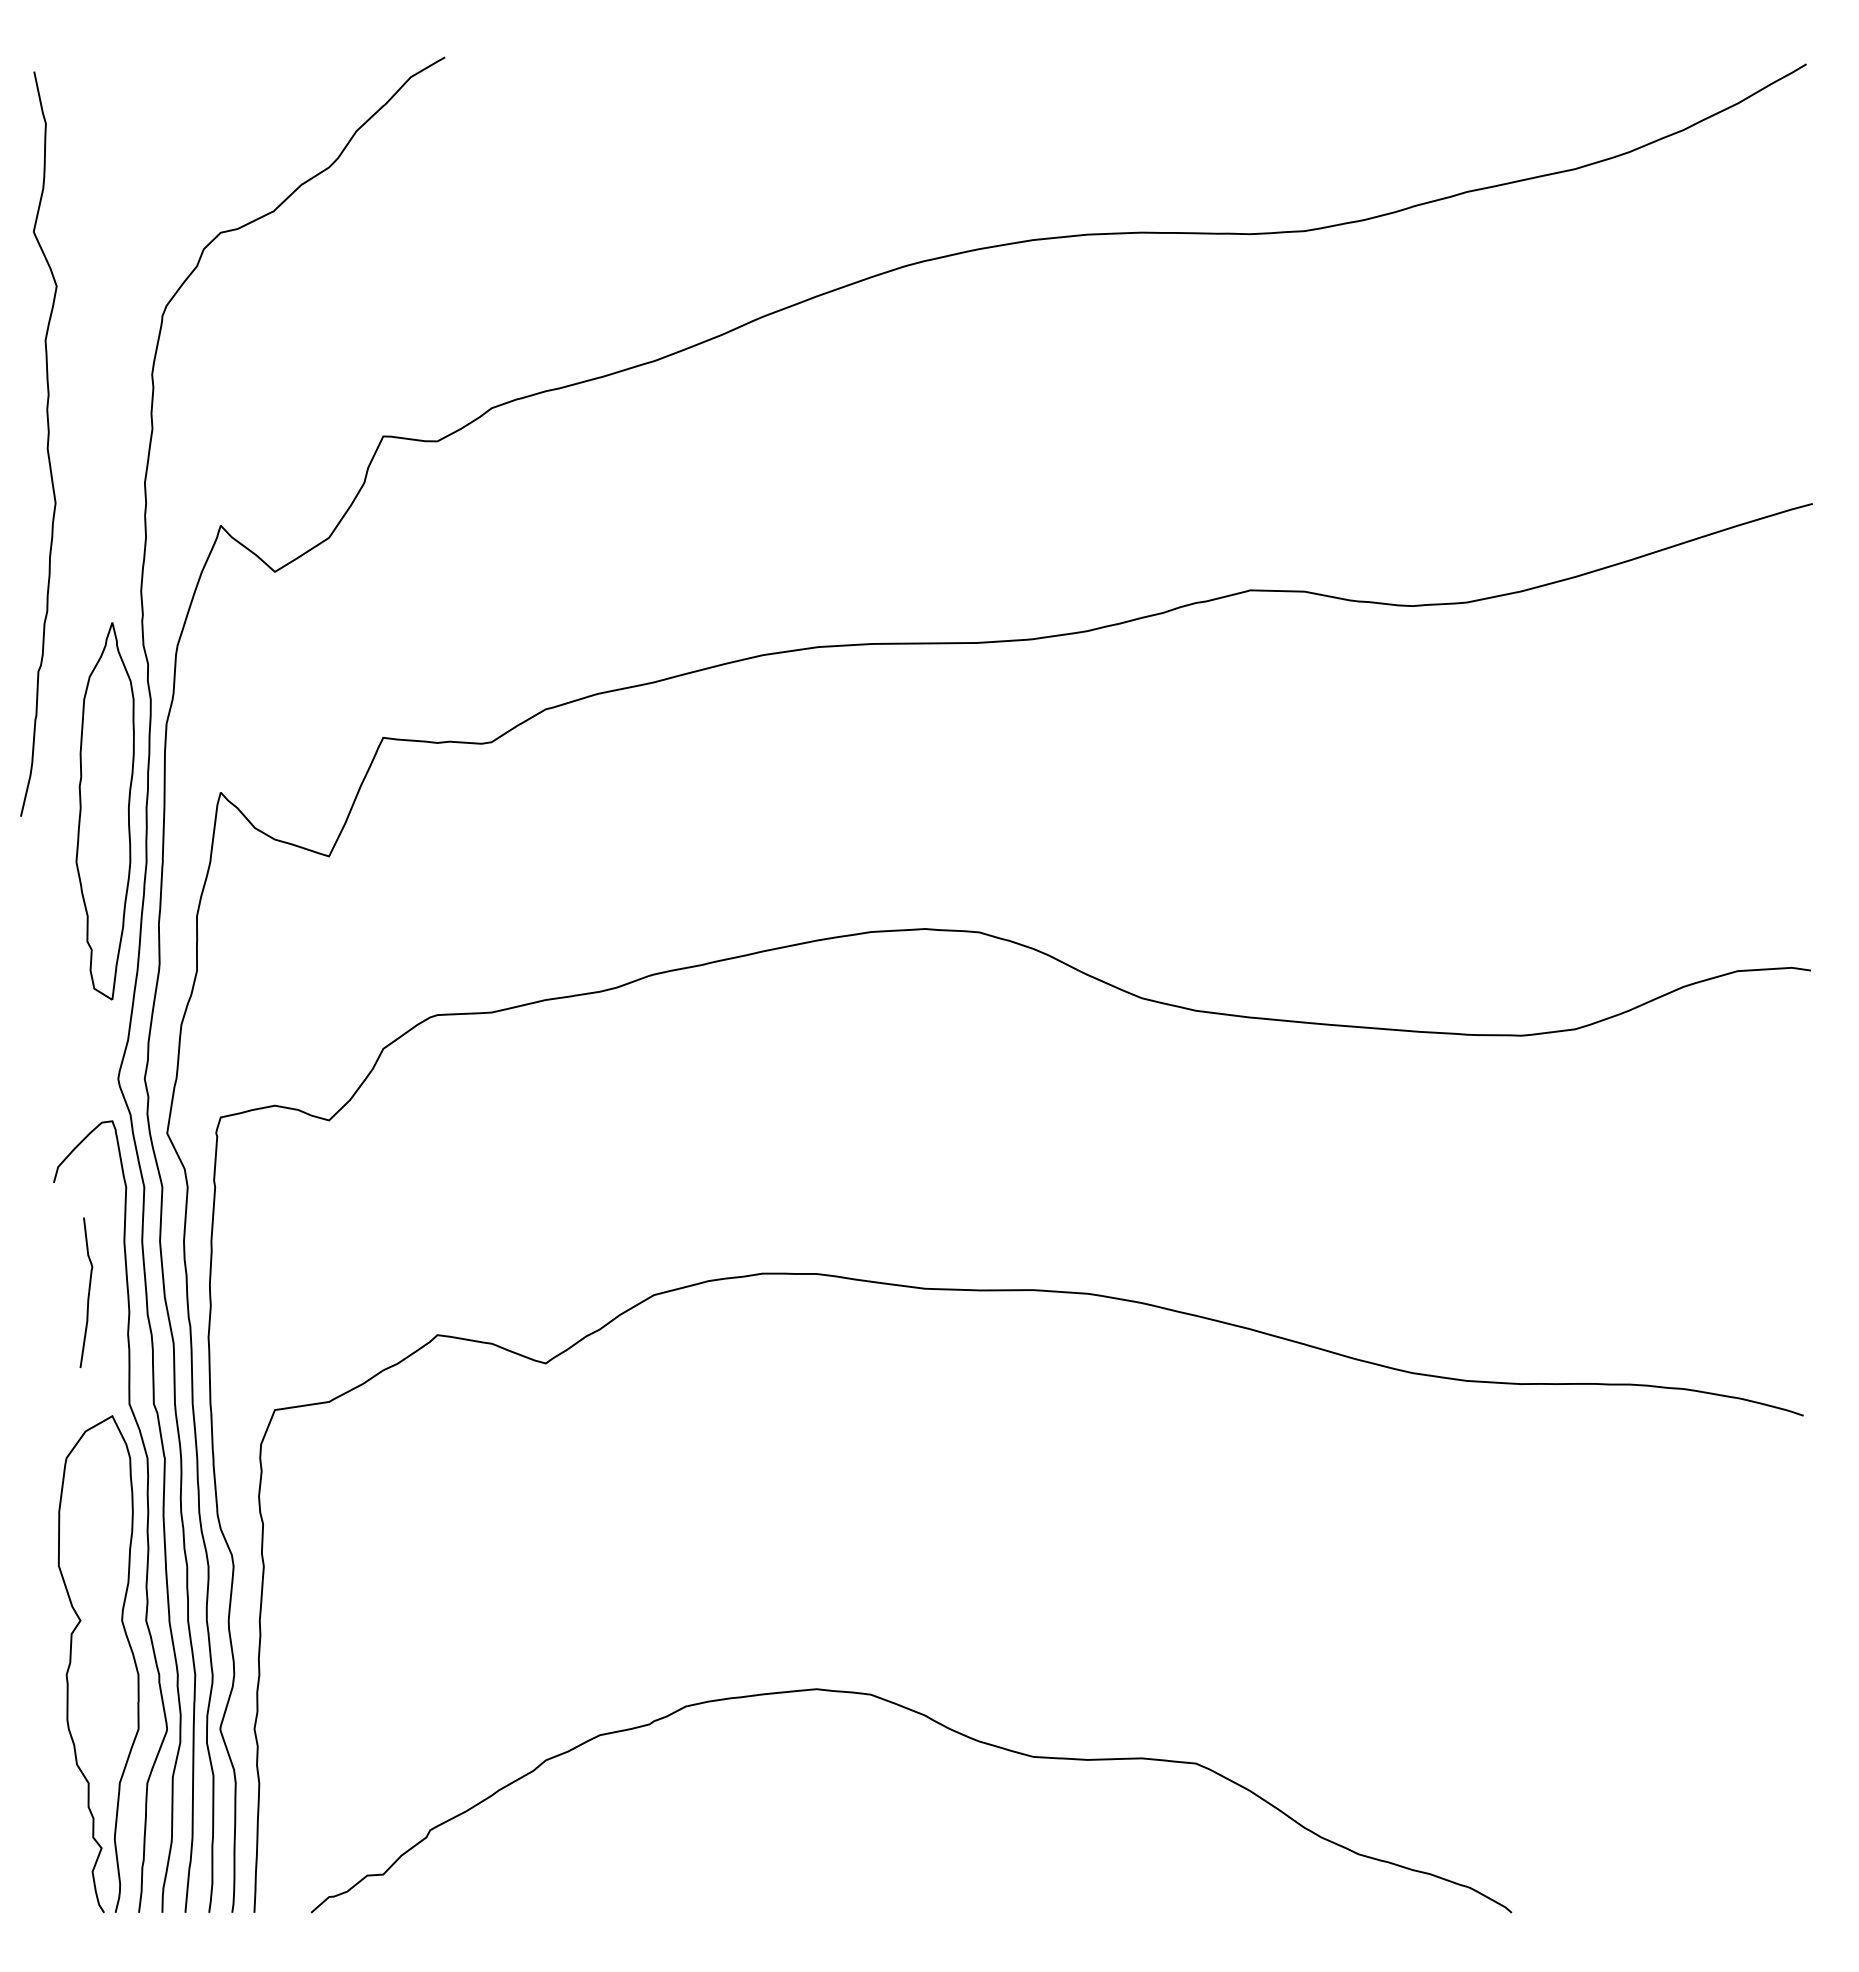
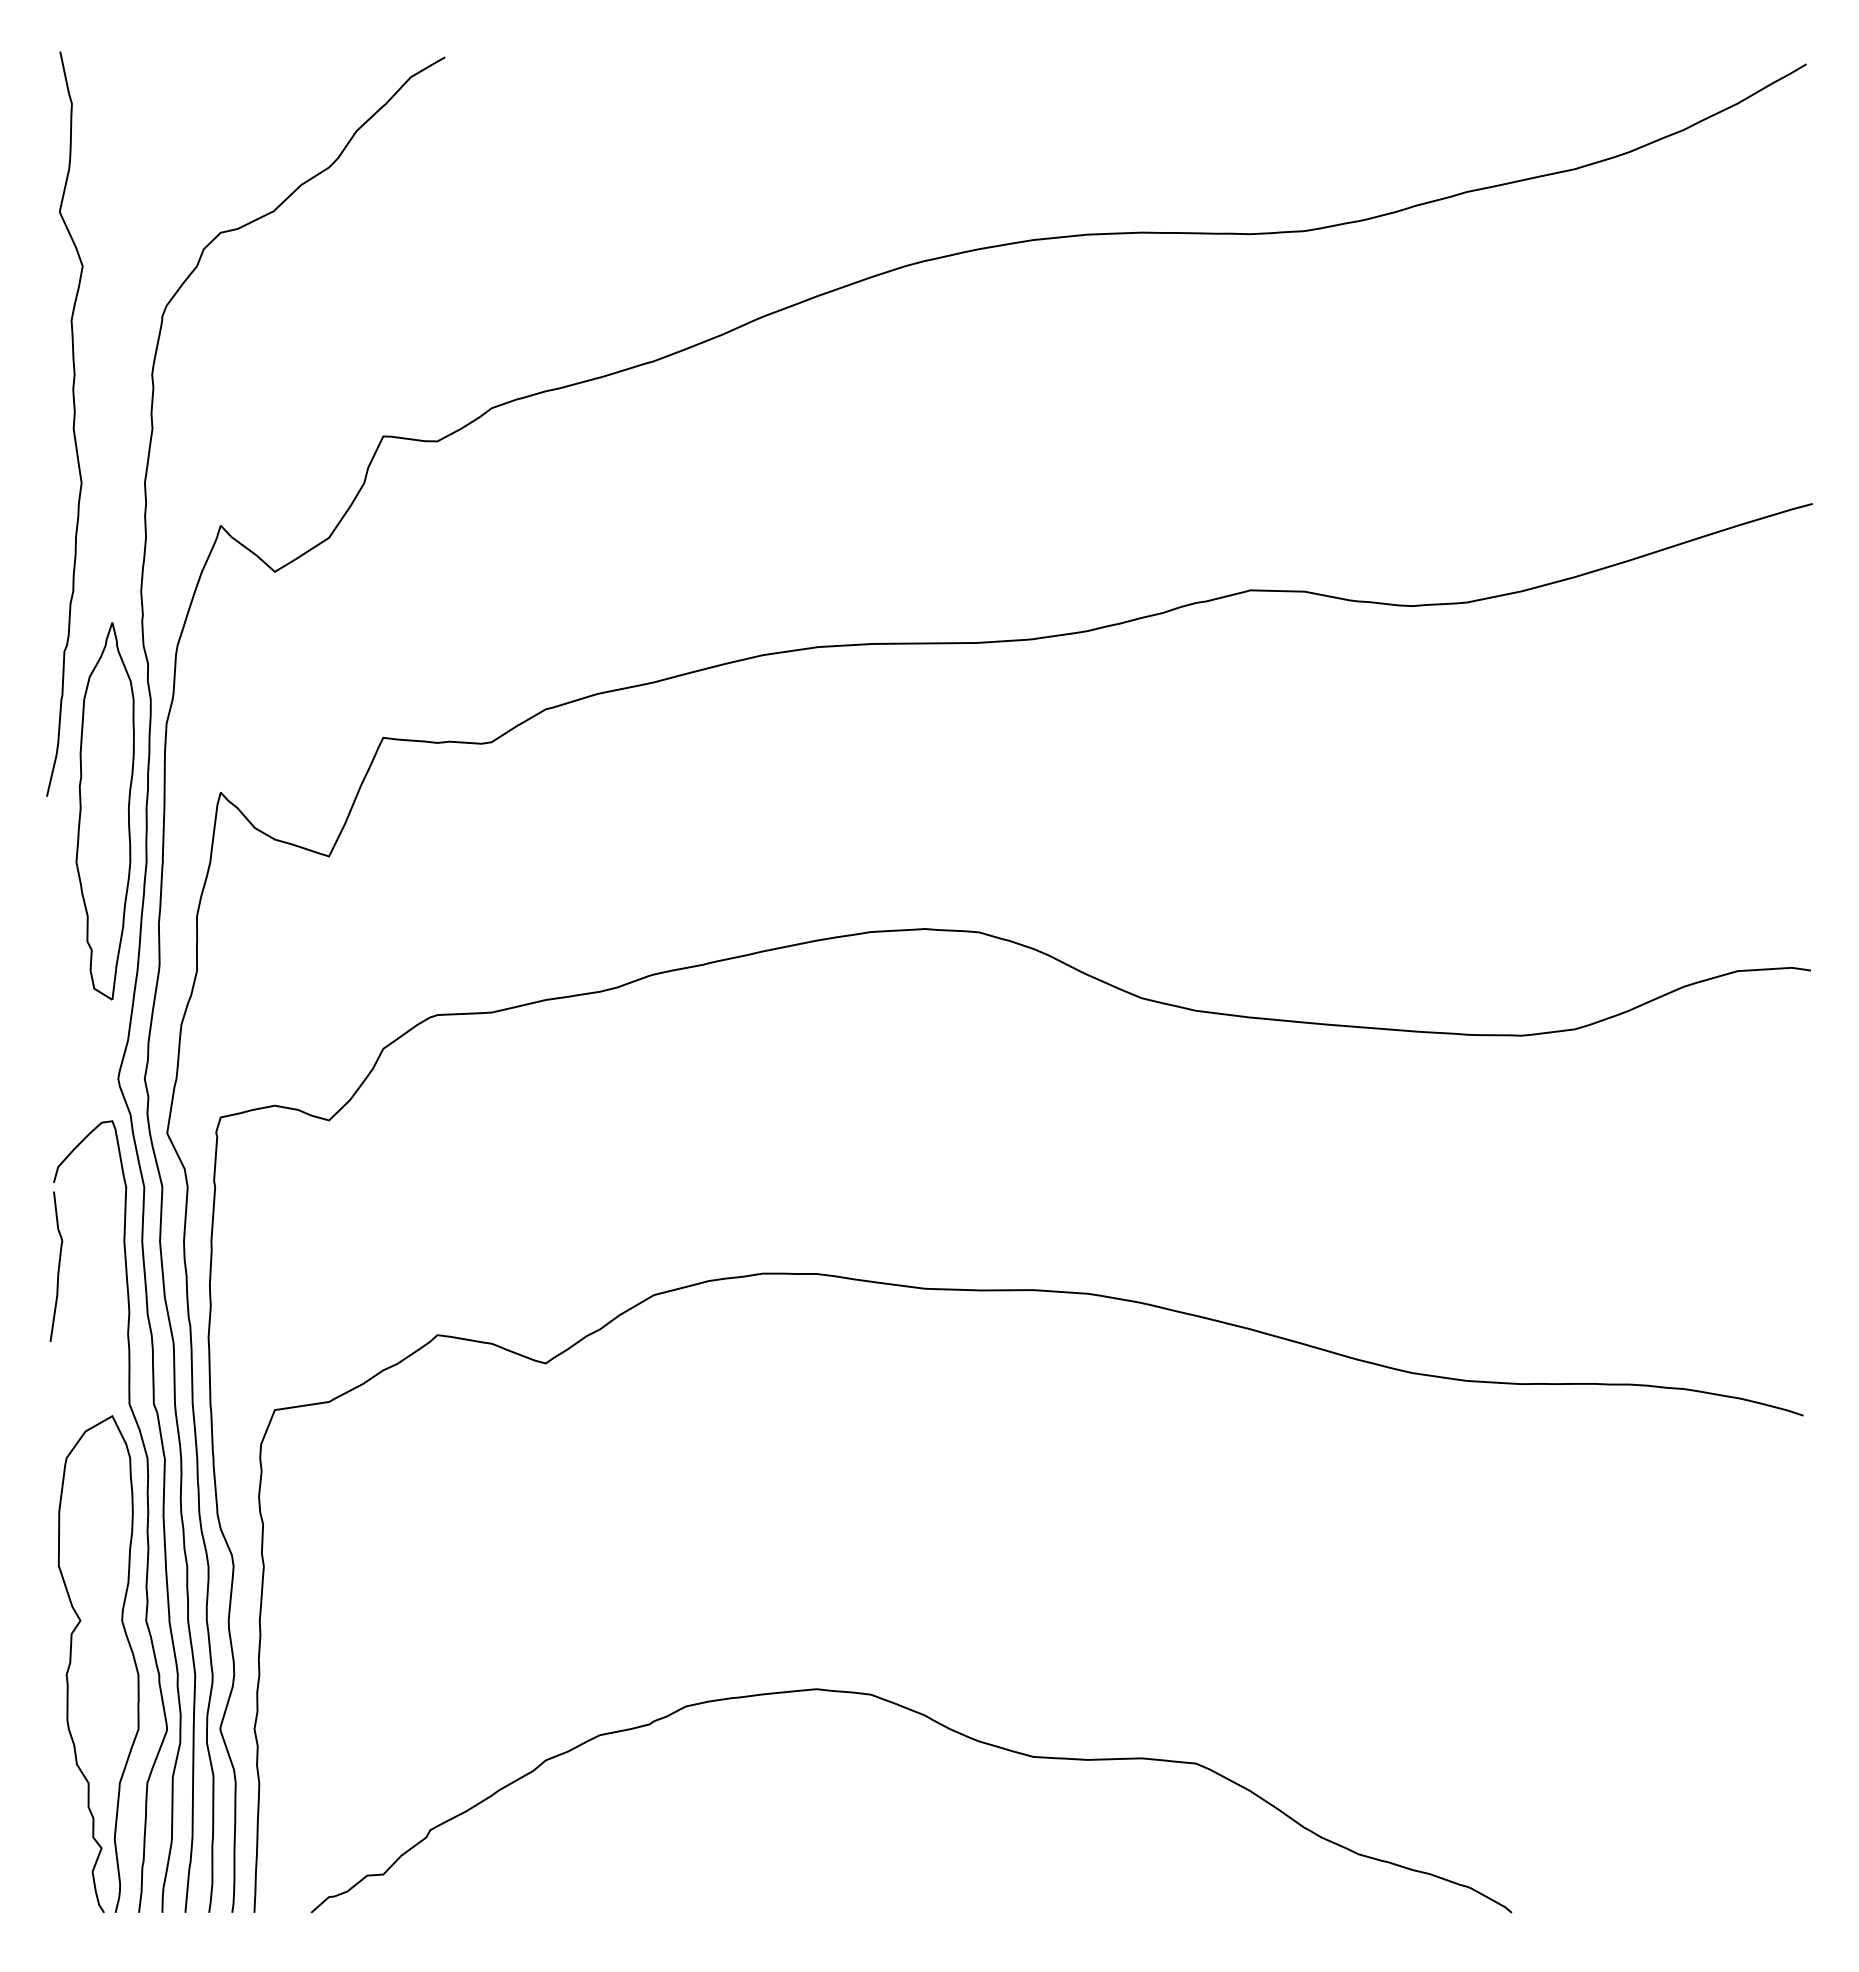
curve at (46, 446) position: (46, 446) -> (72, 426)
curve at (88, 1292) position: (88, 1292) -> (58, 1266)
